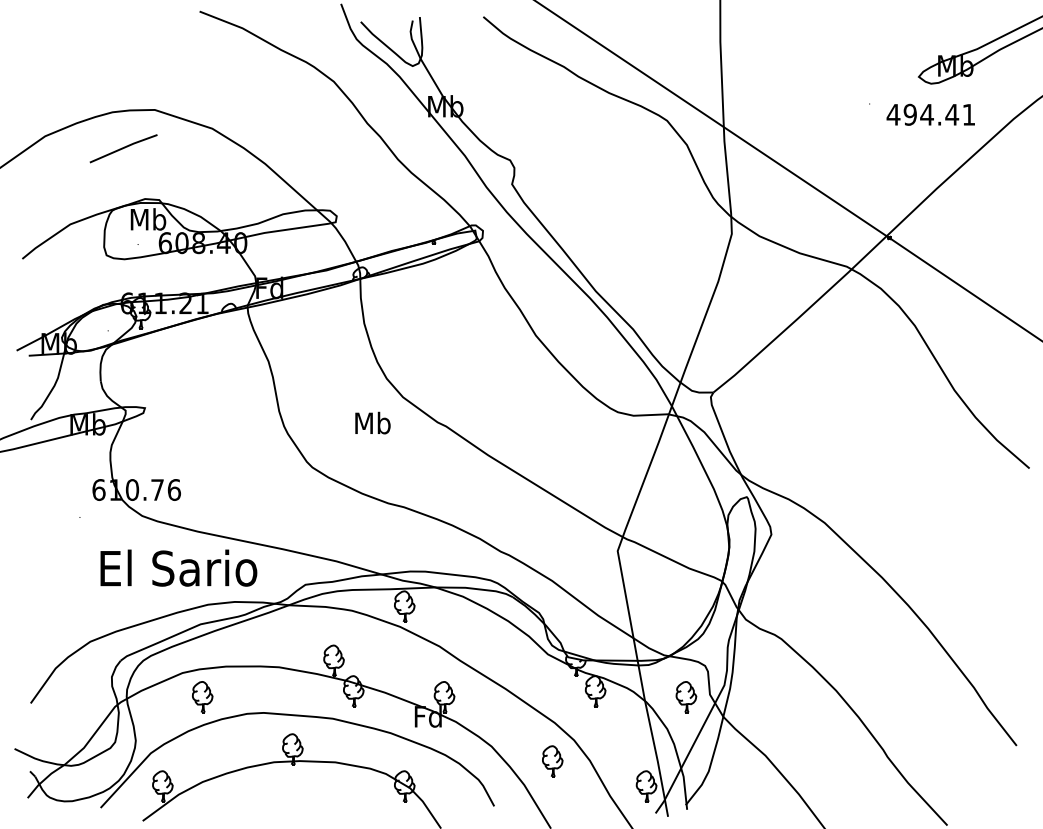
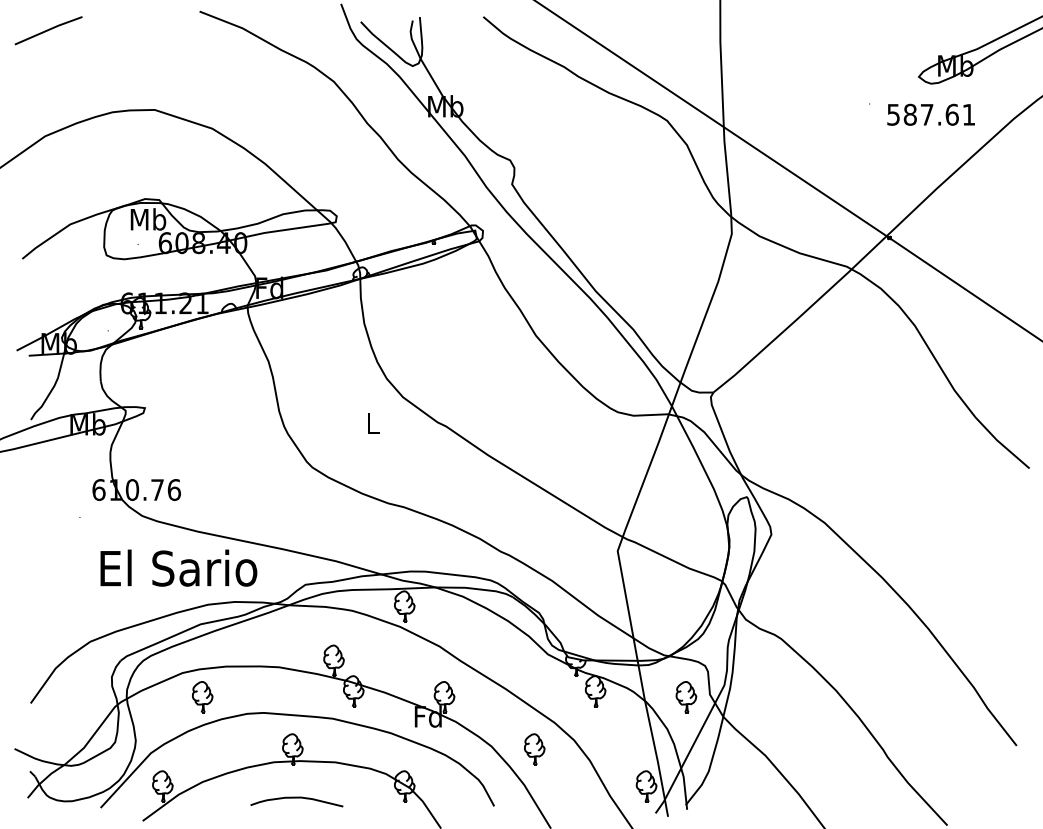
text at (922, 114): 494.41 -> 587.61
line at (123, 148) position: (123, 148) -> (48, 30)
text at (372, 422): Mb -> L
part at (552, 761) position: (552, 761) -> (534, 749)
curve at (296, 798): none -> present
